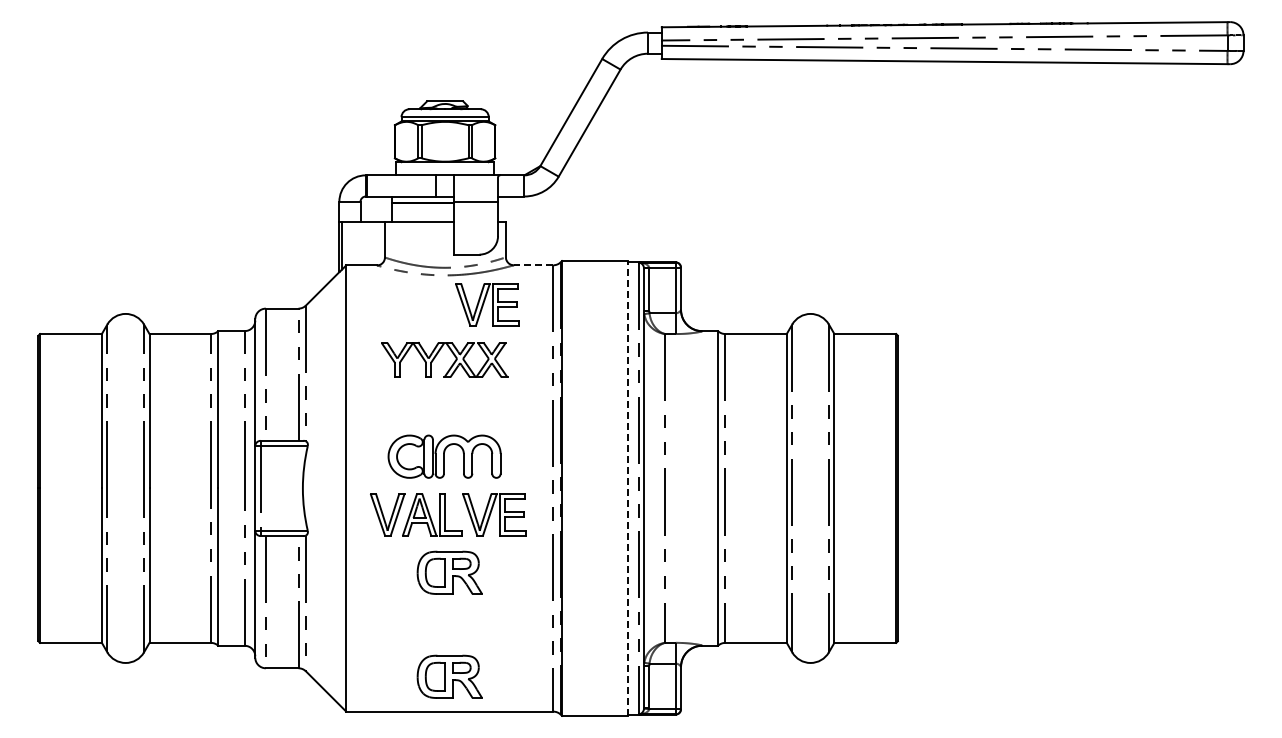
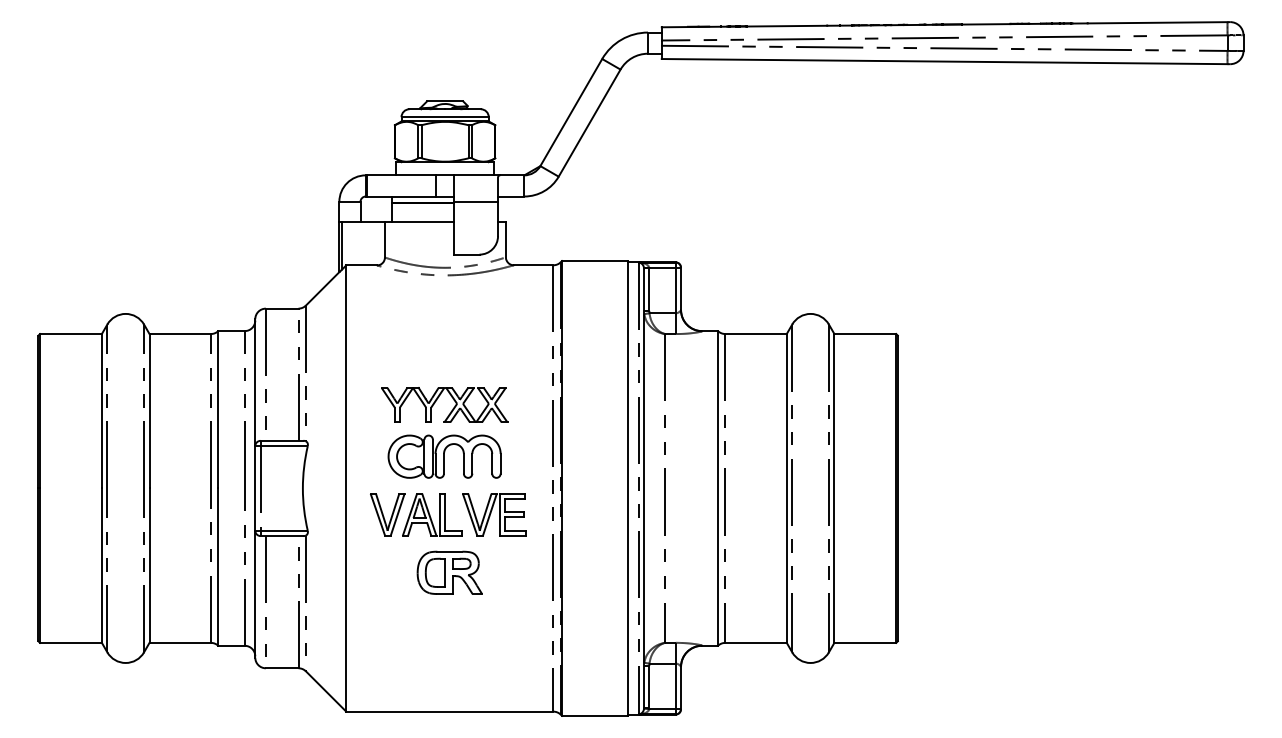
line at (533, 265): dashed -> solid
part at (487, 304): present -> none
part at (437, 355) position: (437, 355) -> (437, 400)
line at (628, 487): dashed -> solid
part at (449, 676): present -> none
